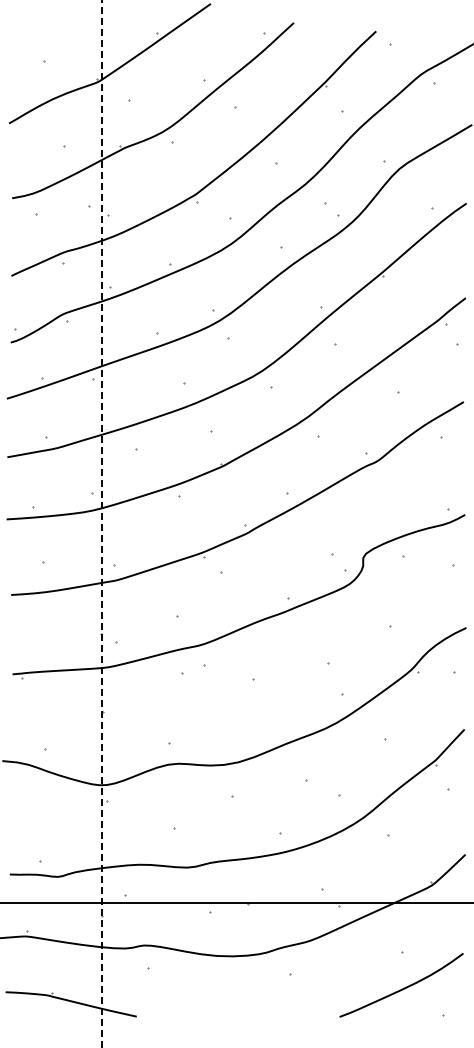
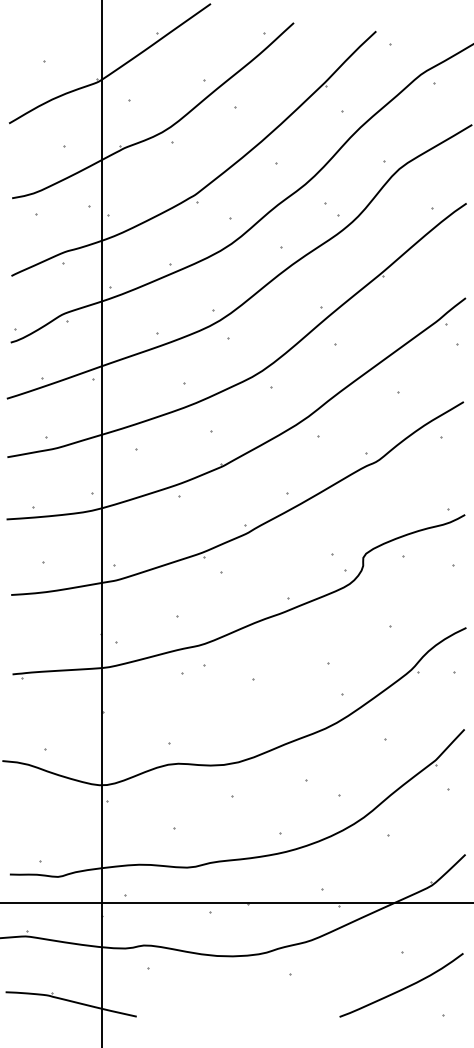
line at (102, 524): dashed -> solid
